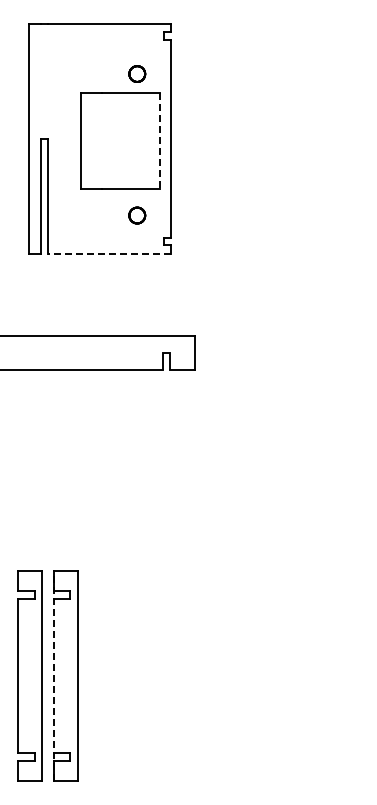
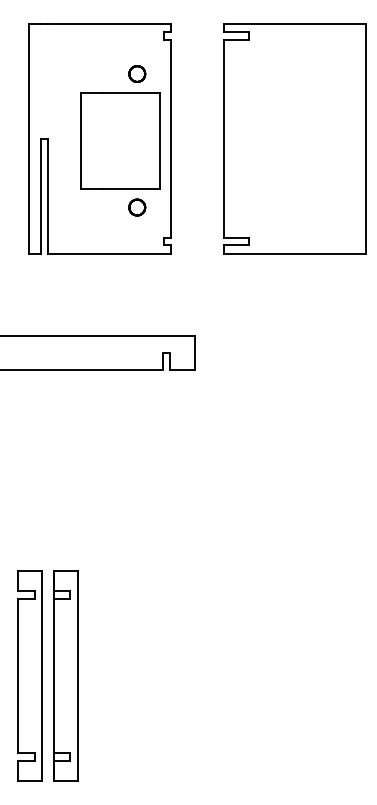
part at (294, 138): none -> present
line at (159, 141): dashed -> solid
part at (137, 215) position: (137, 215) -> (137, 207)
line at (109, 253): dashed -> solid
line at (53, 675): dashed -> solid
